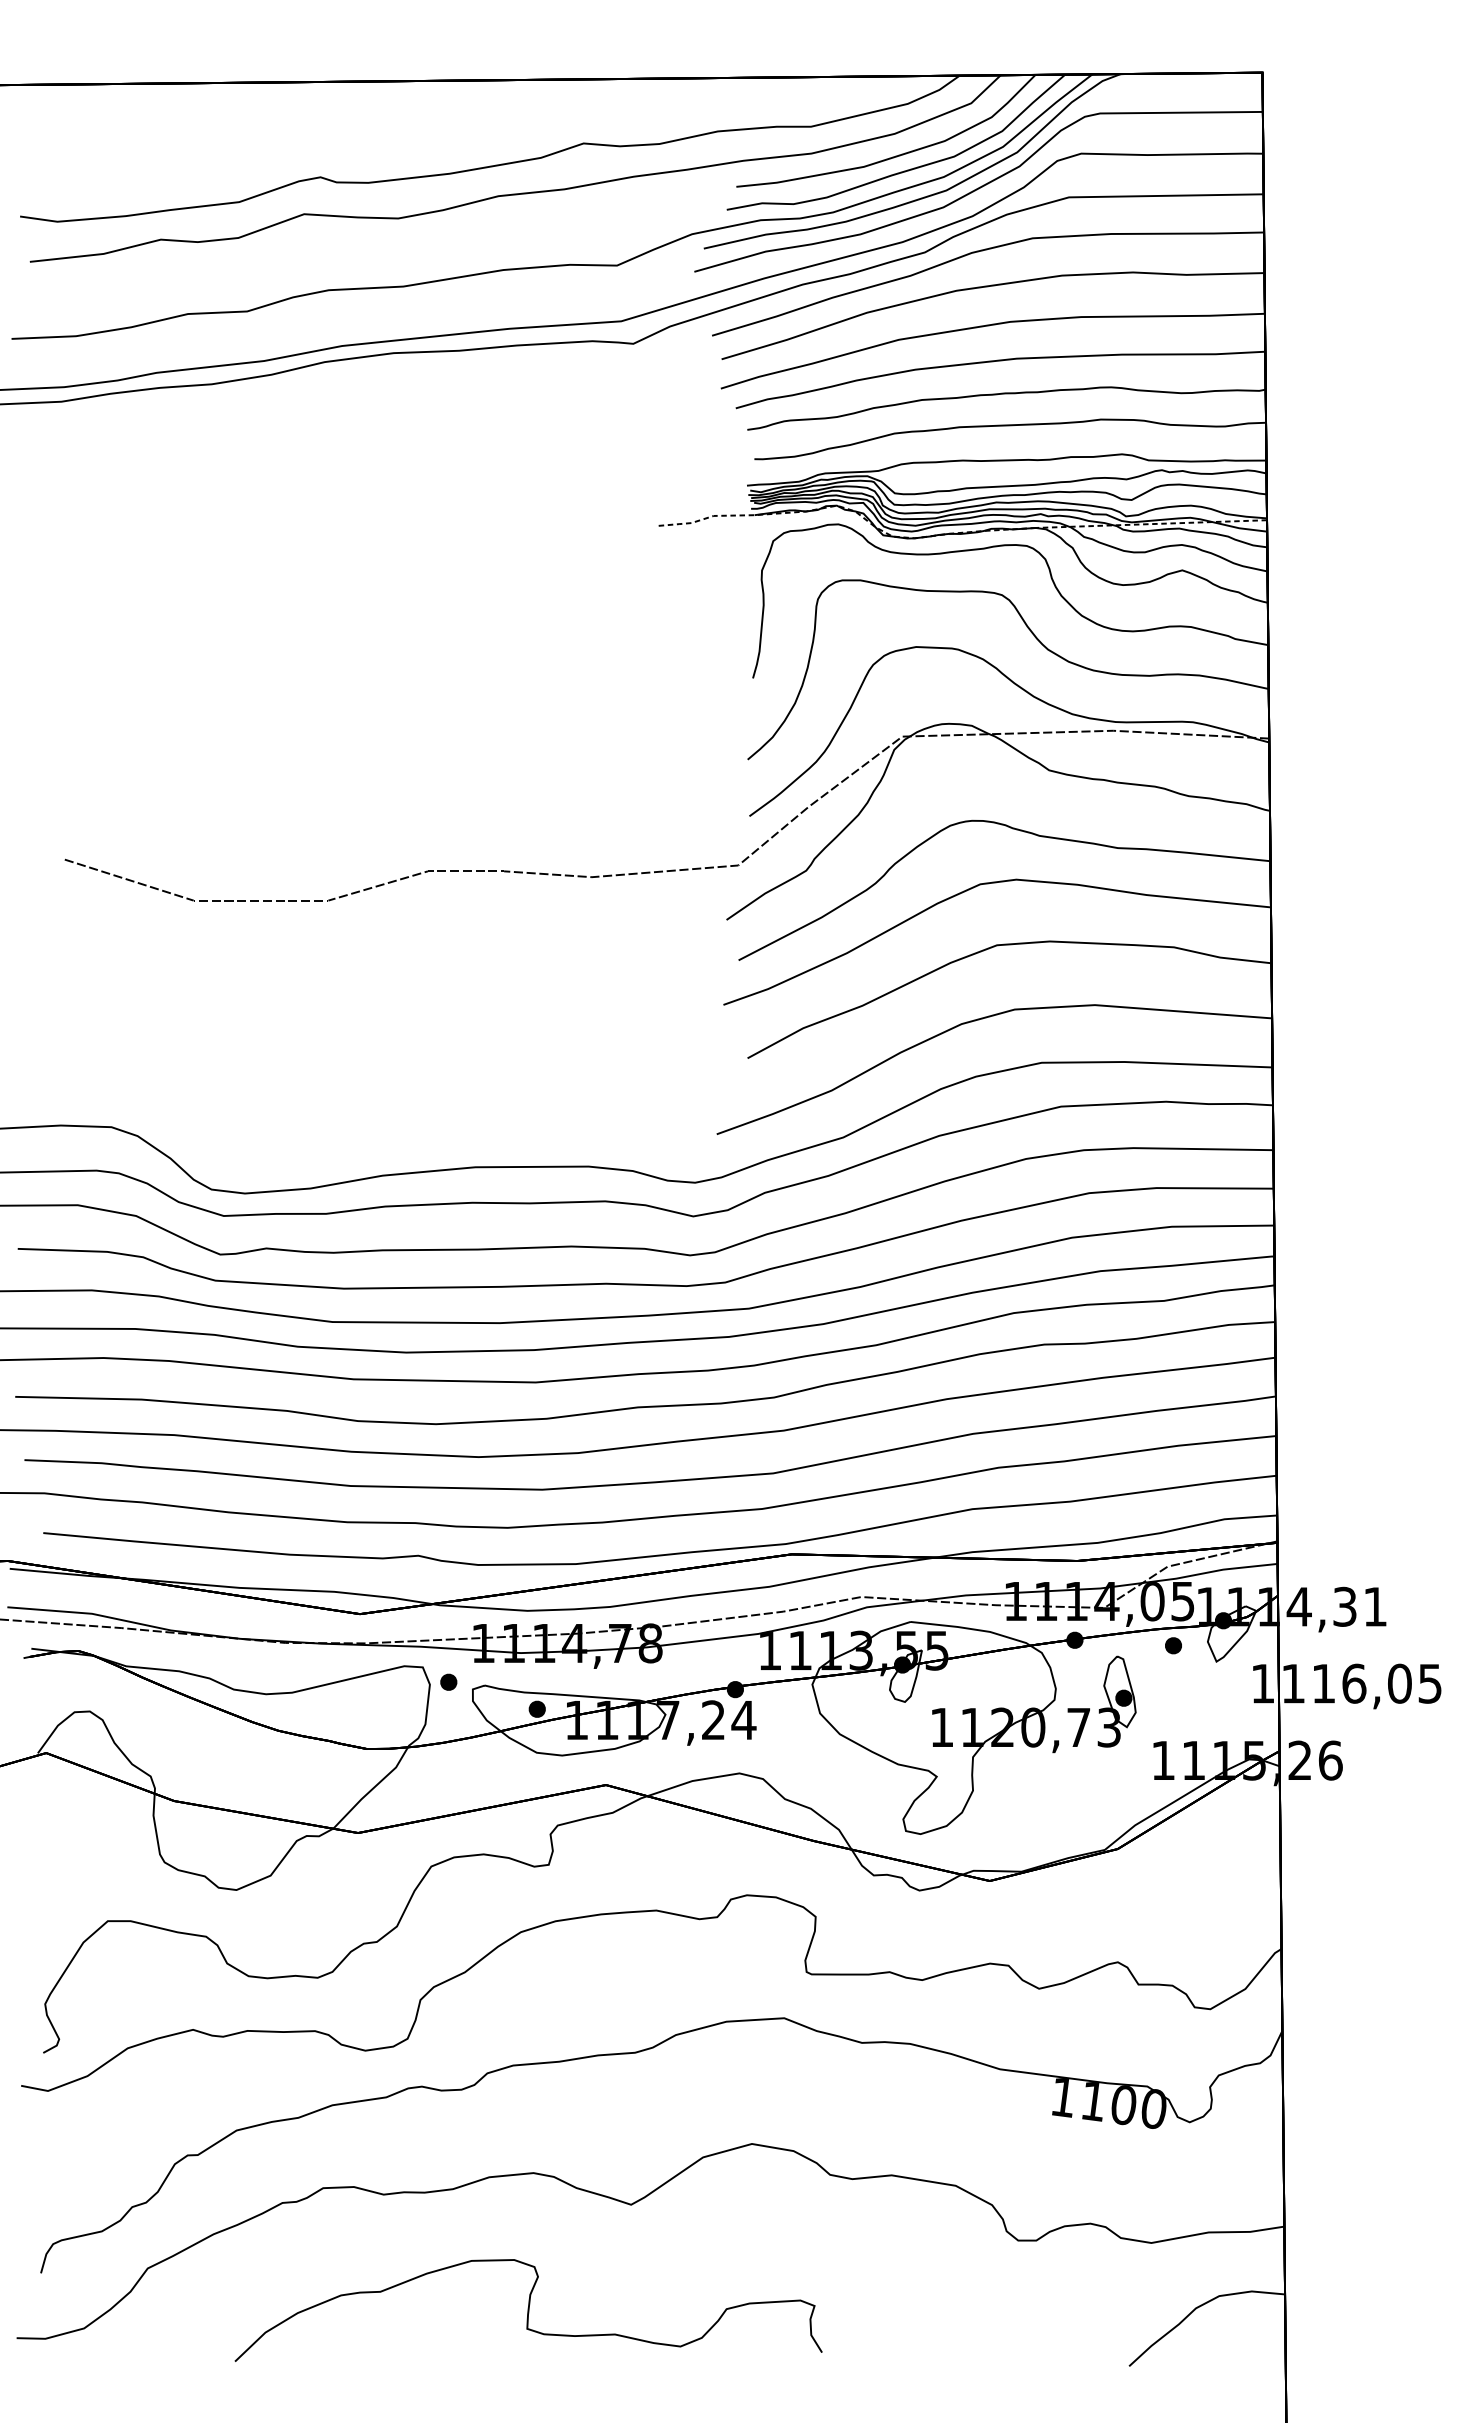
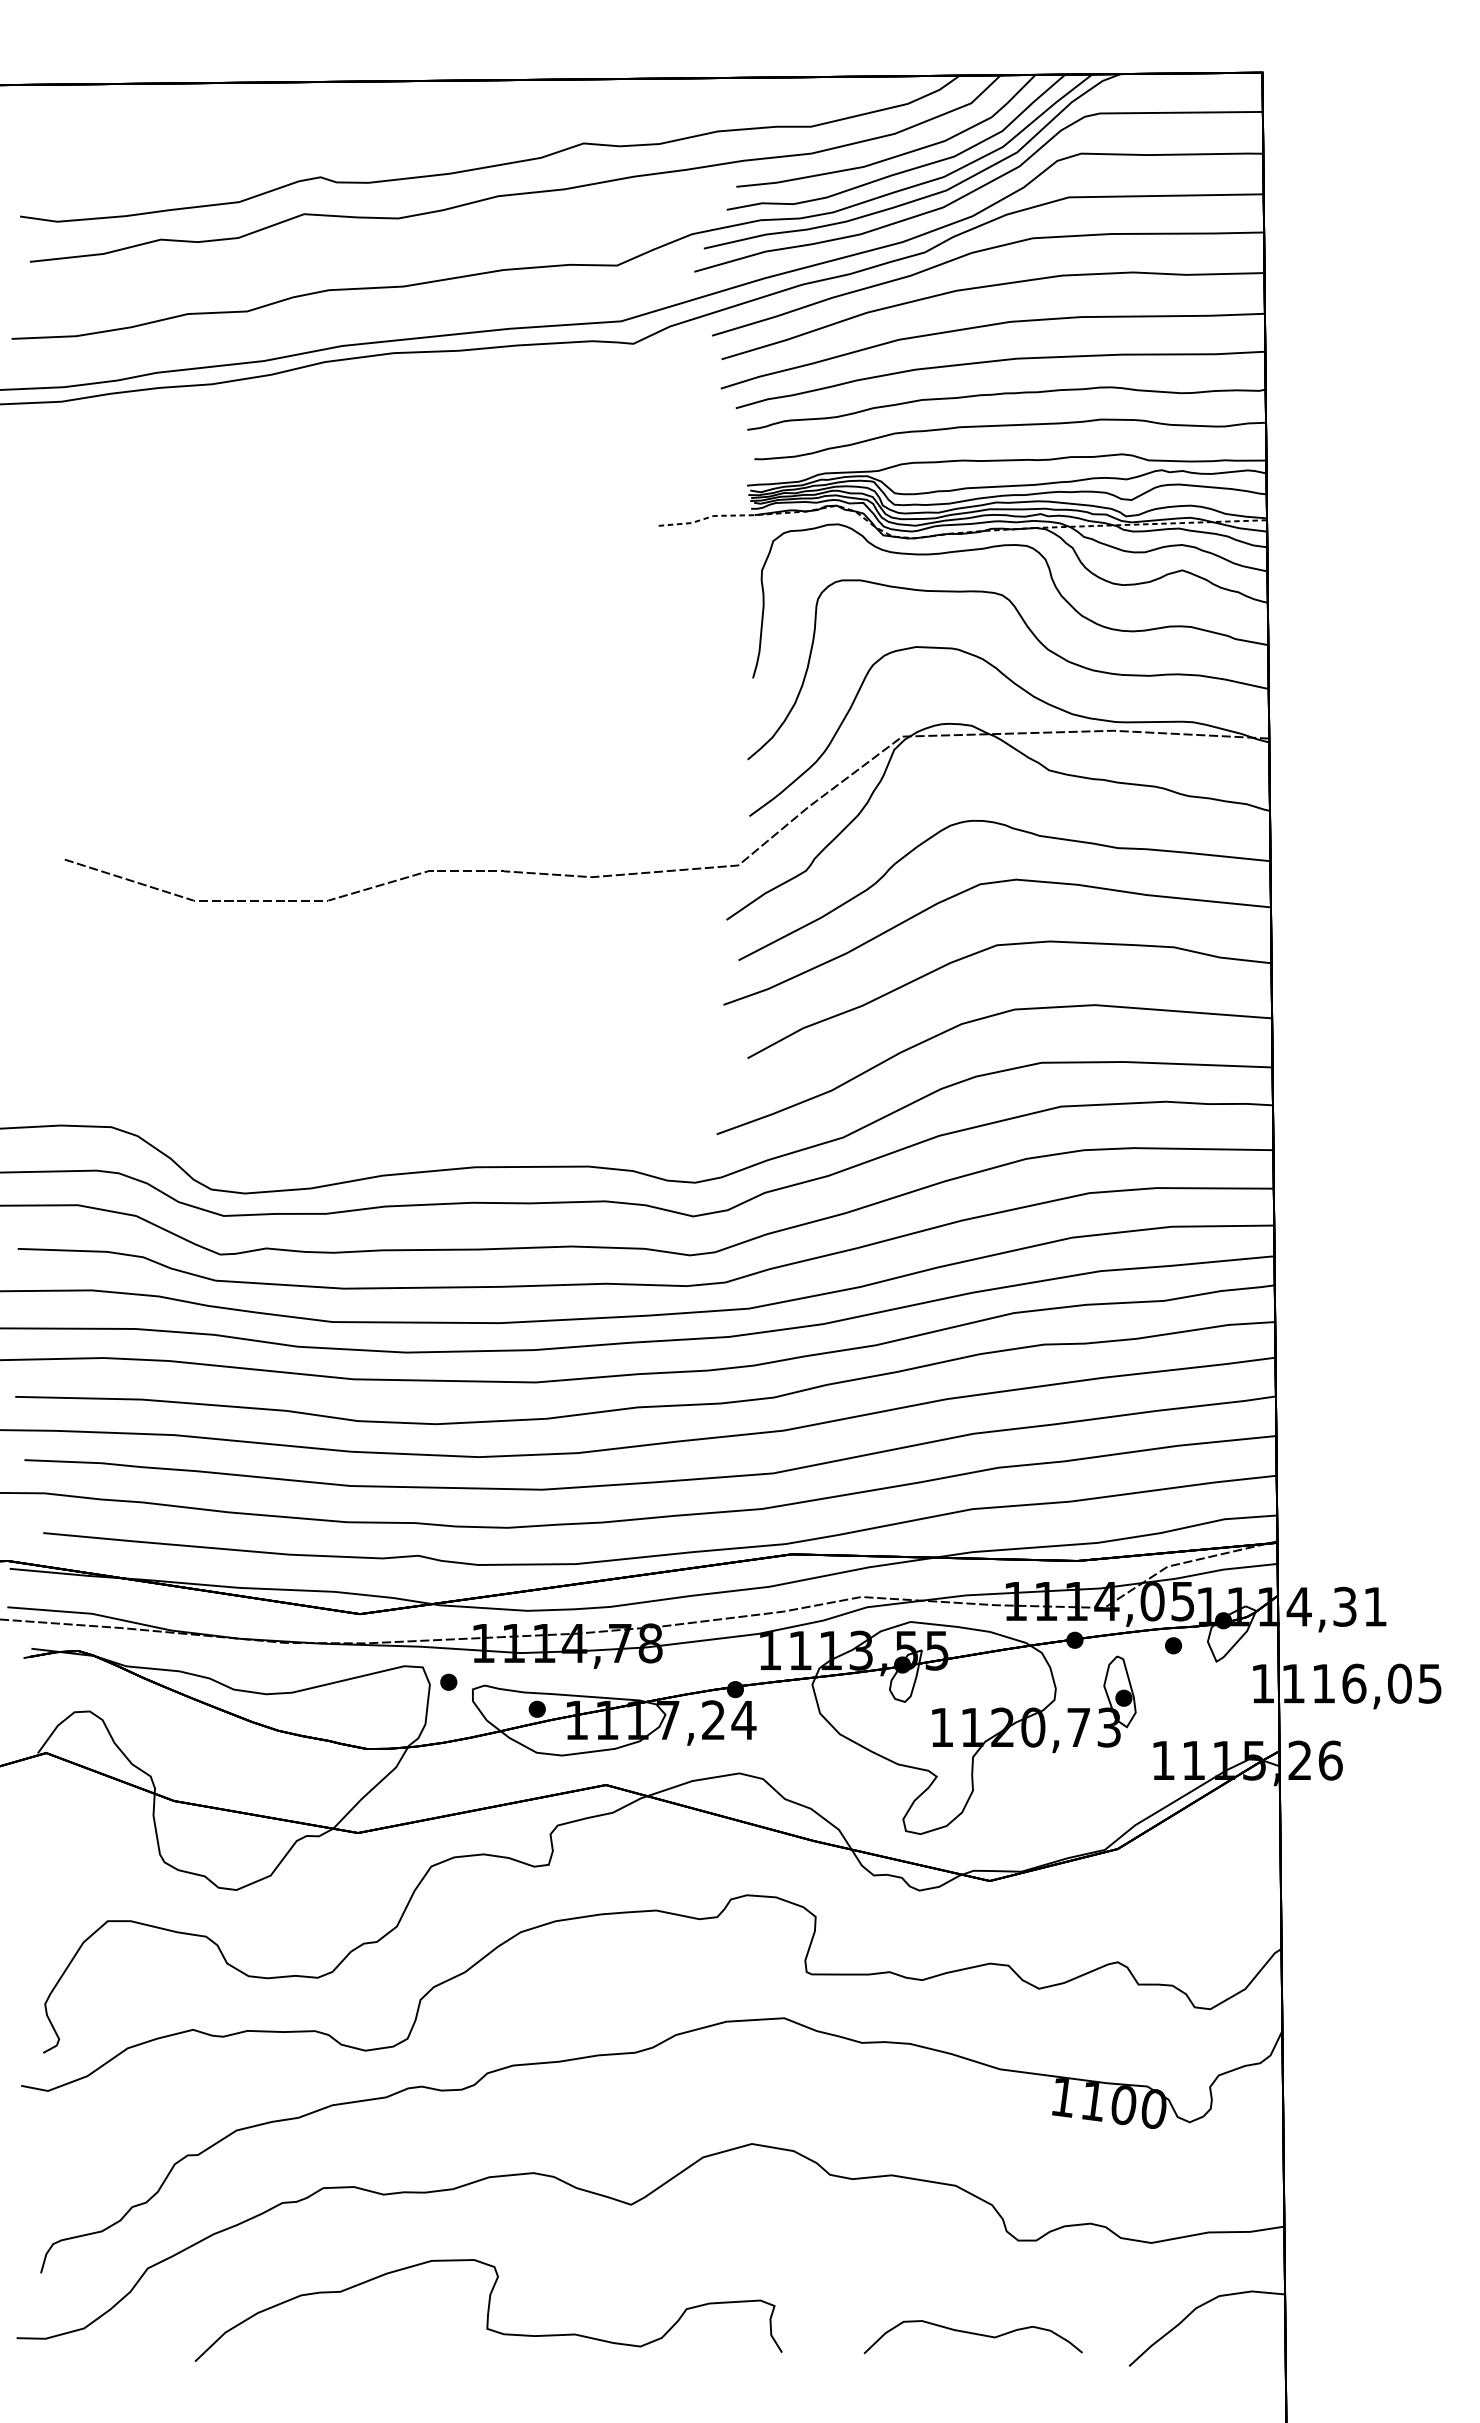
curve at (528, 2310) position: (528, 2310) -> (488, 2310)
curve at (972, 2334): none -> present
